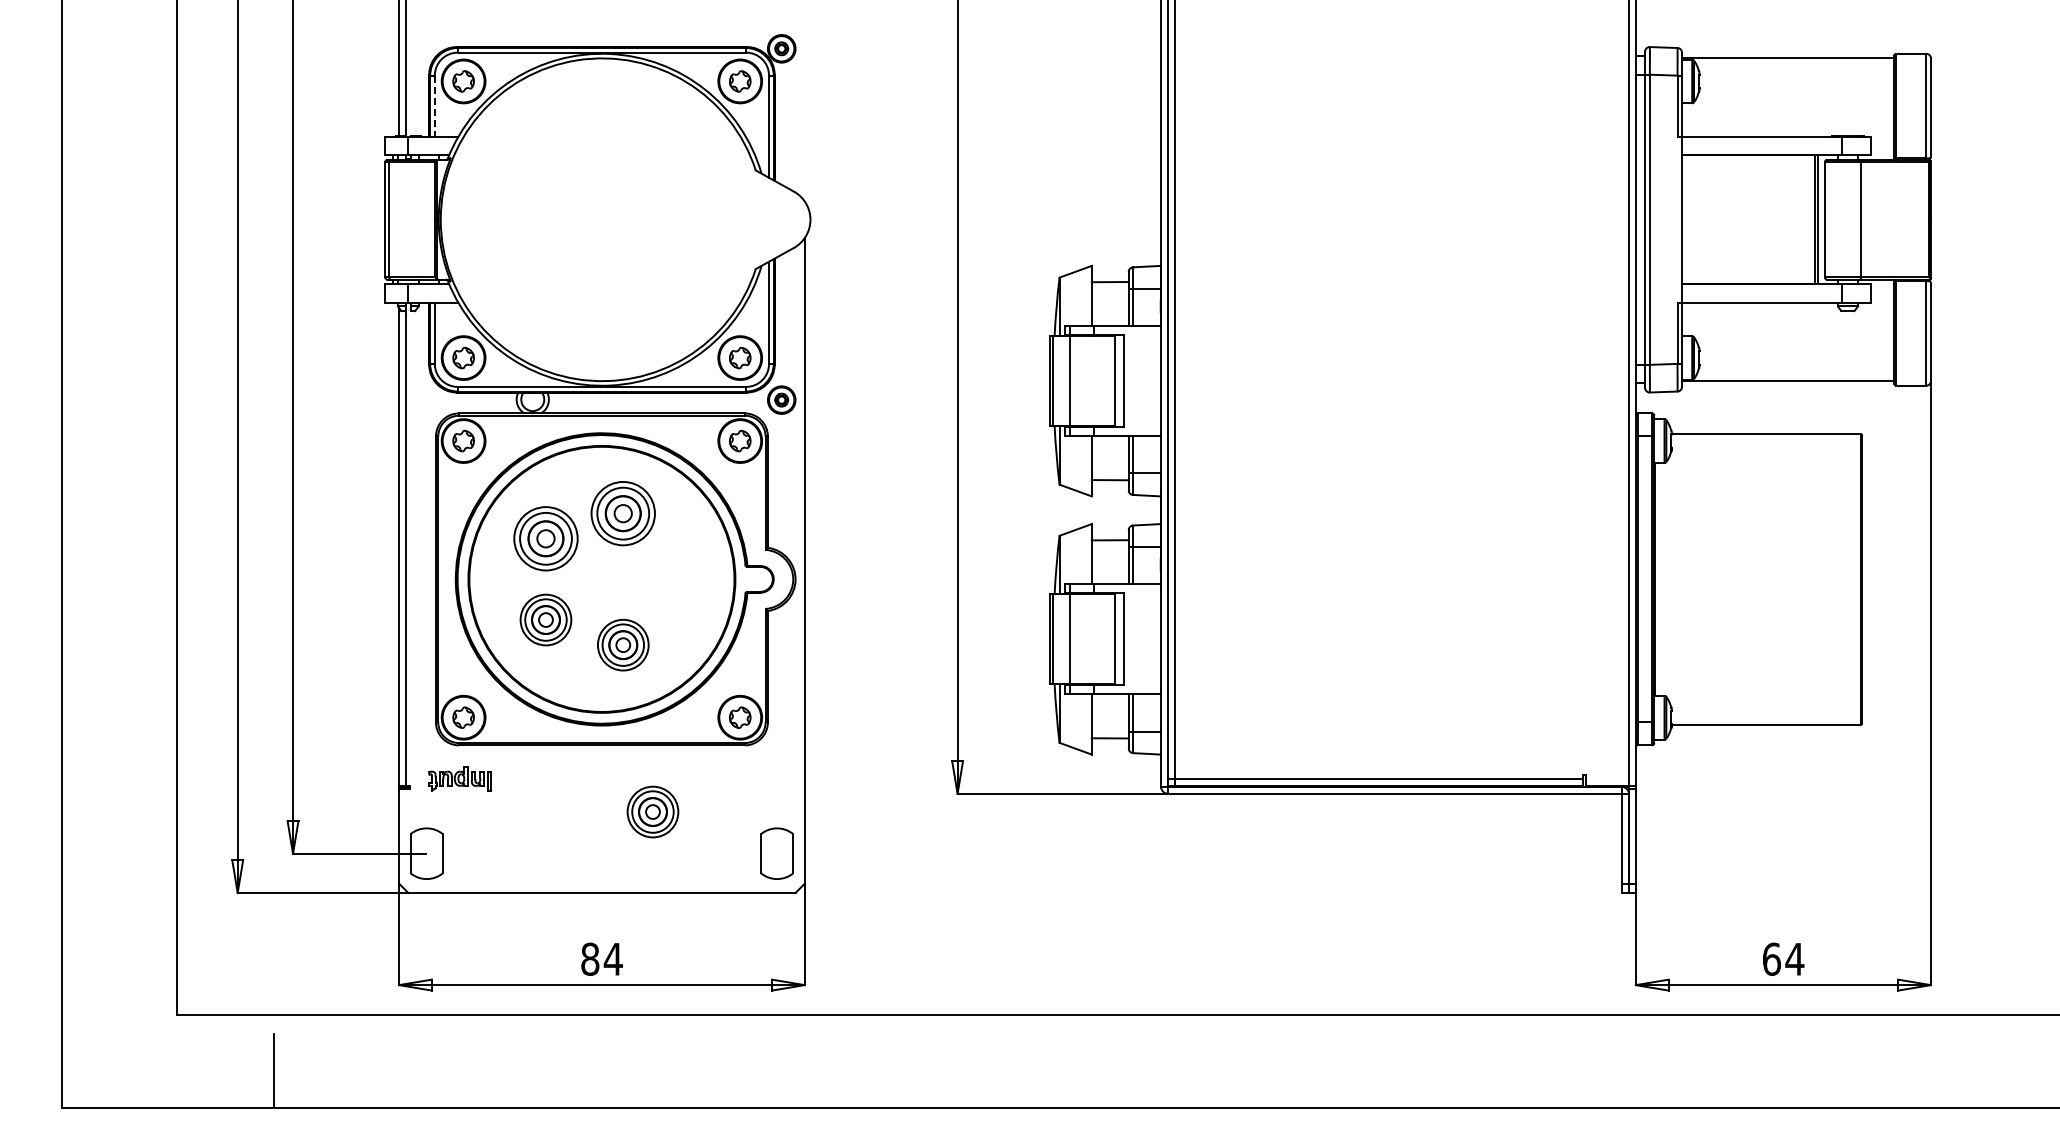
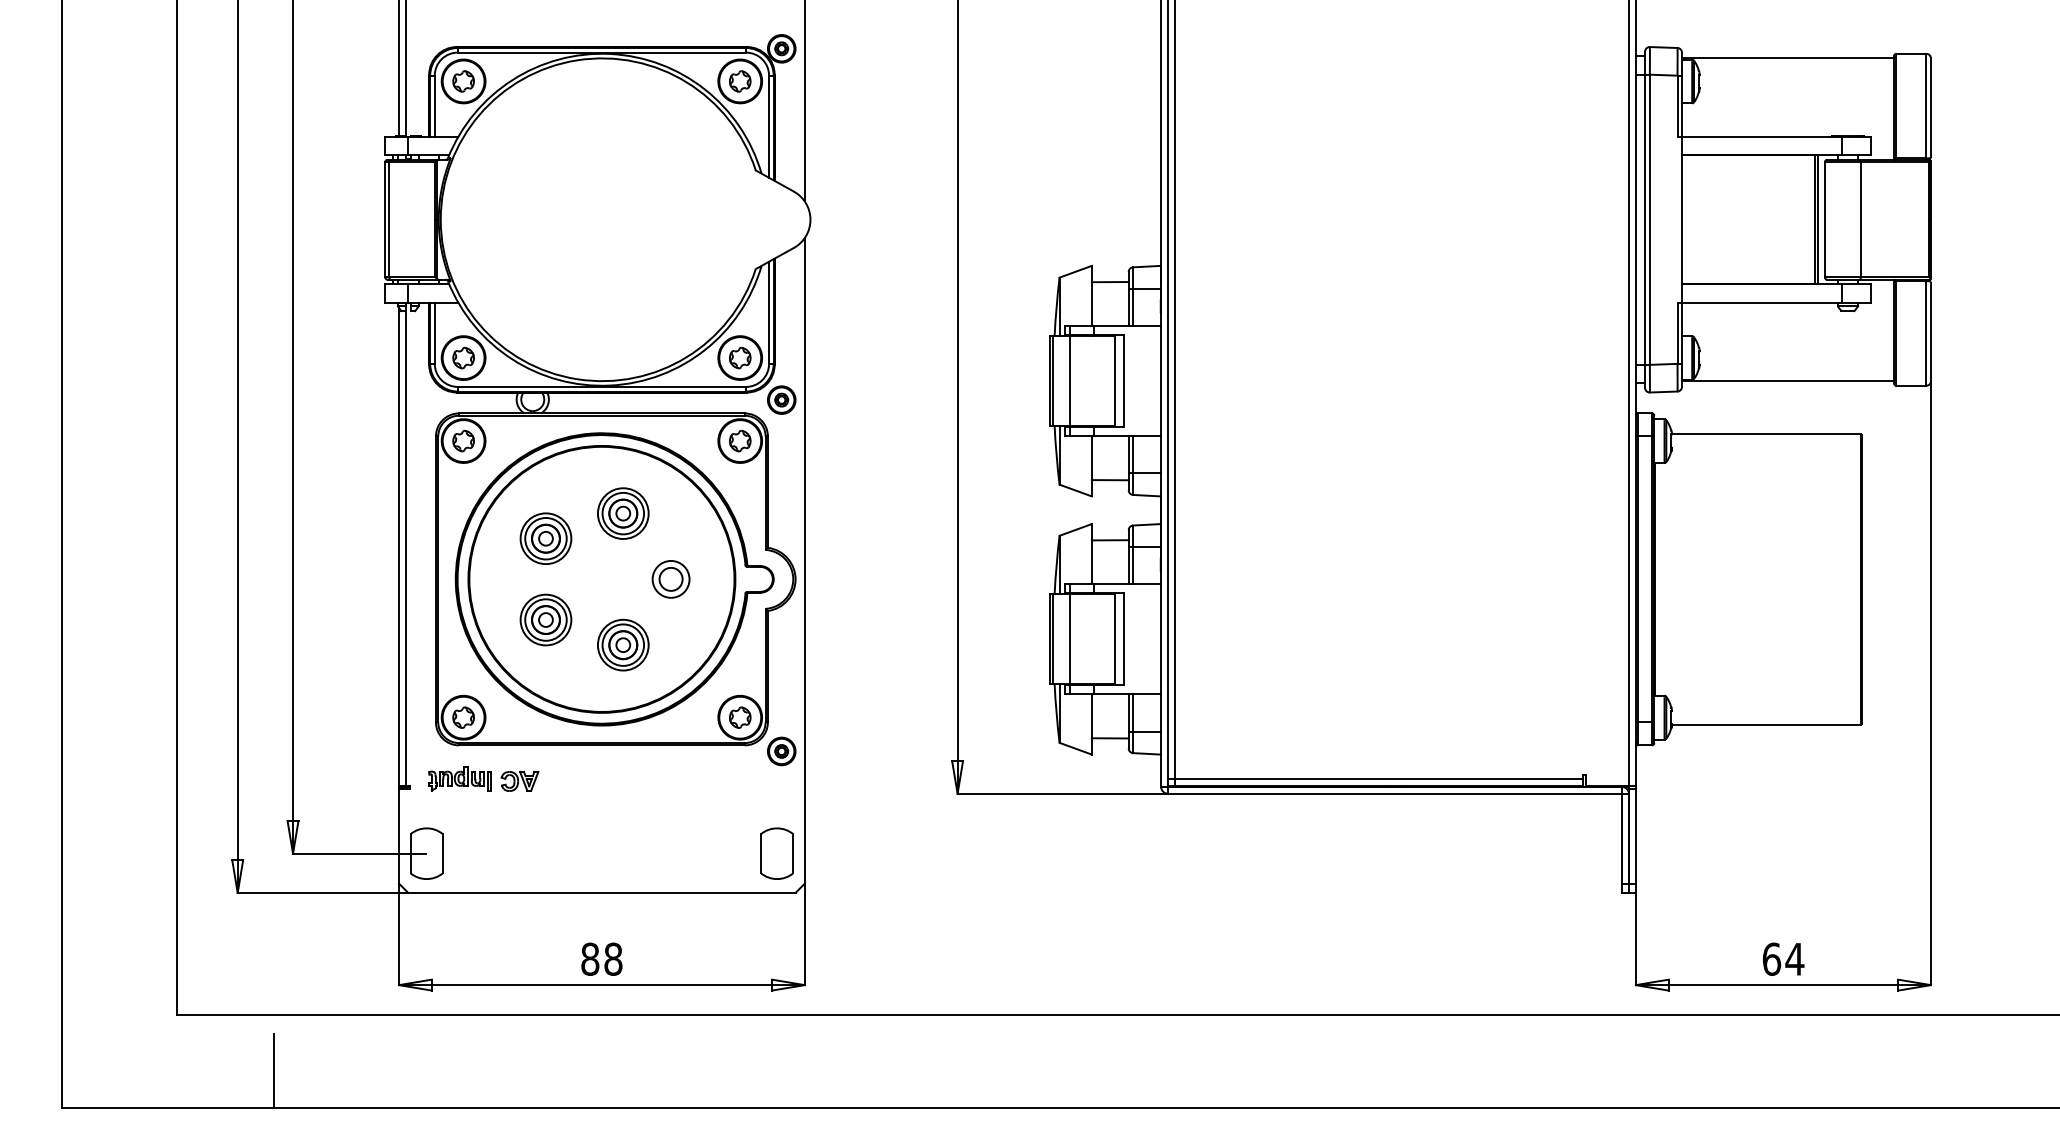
line at (804, 101): none -> present
line at (434, 106): dashed -> solid
part at (622, 513) size: 66x66 px -> 53x53 px
part at (545, 538) size: 66x66 px -> 54x53 px
part at (670, 579): none -> present
part at (781, 751): none -> present
part at (519, 780): none -> present
part at (652, 811): present -> none
text at (612, 958): 84 -> 88
